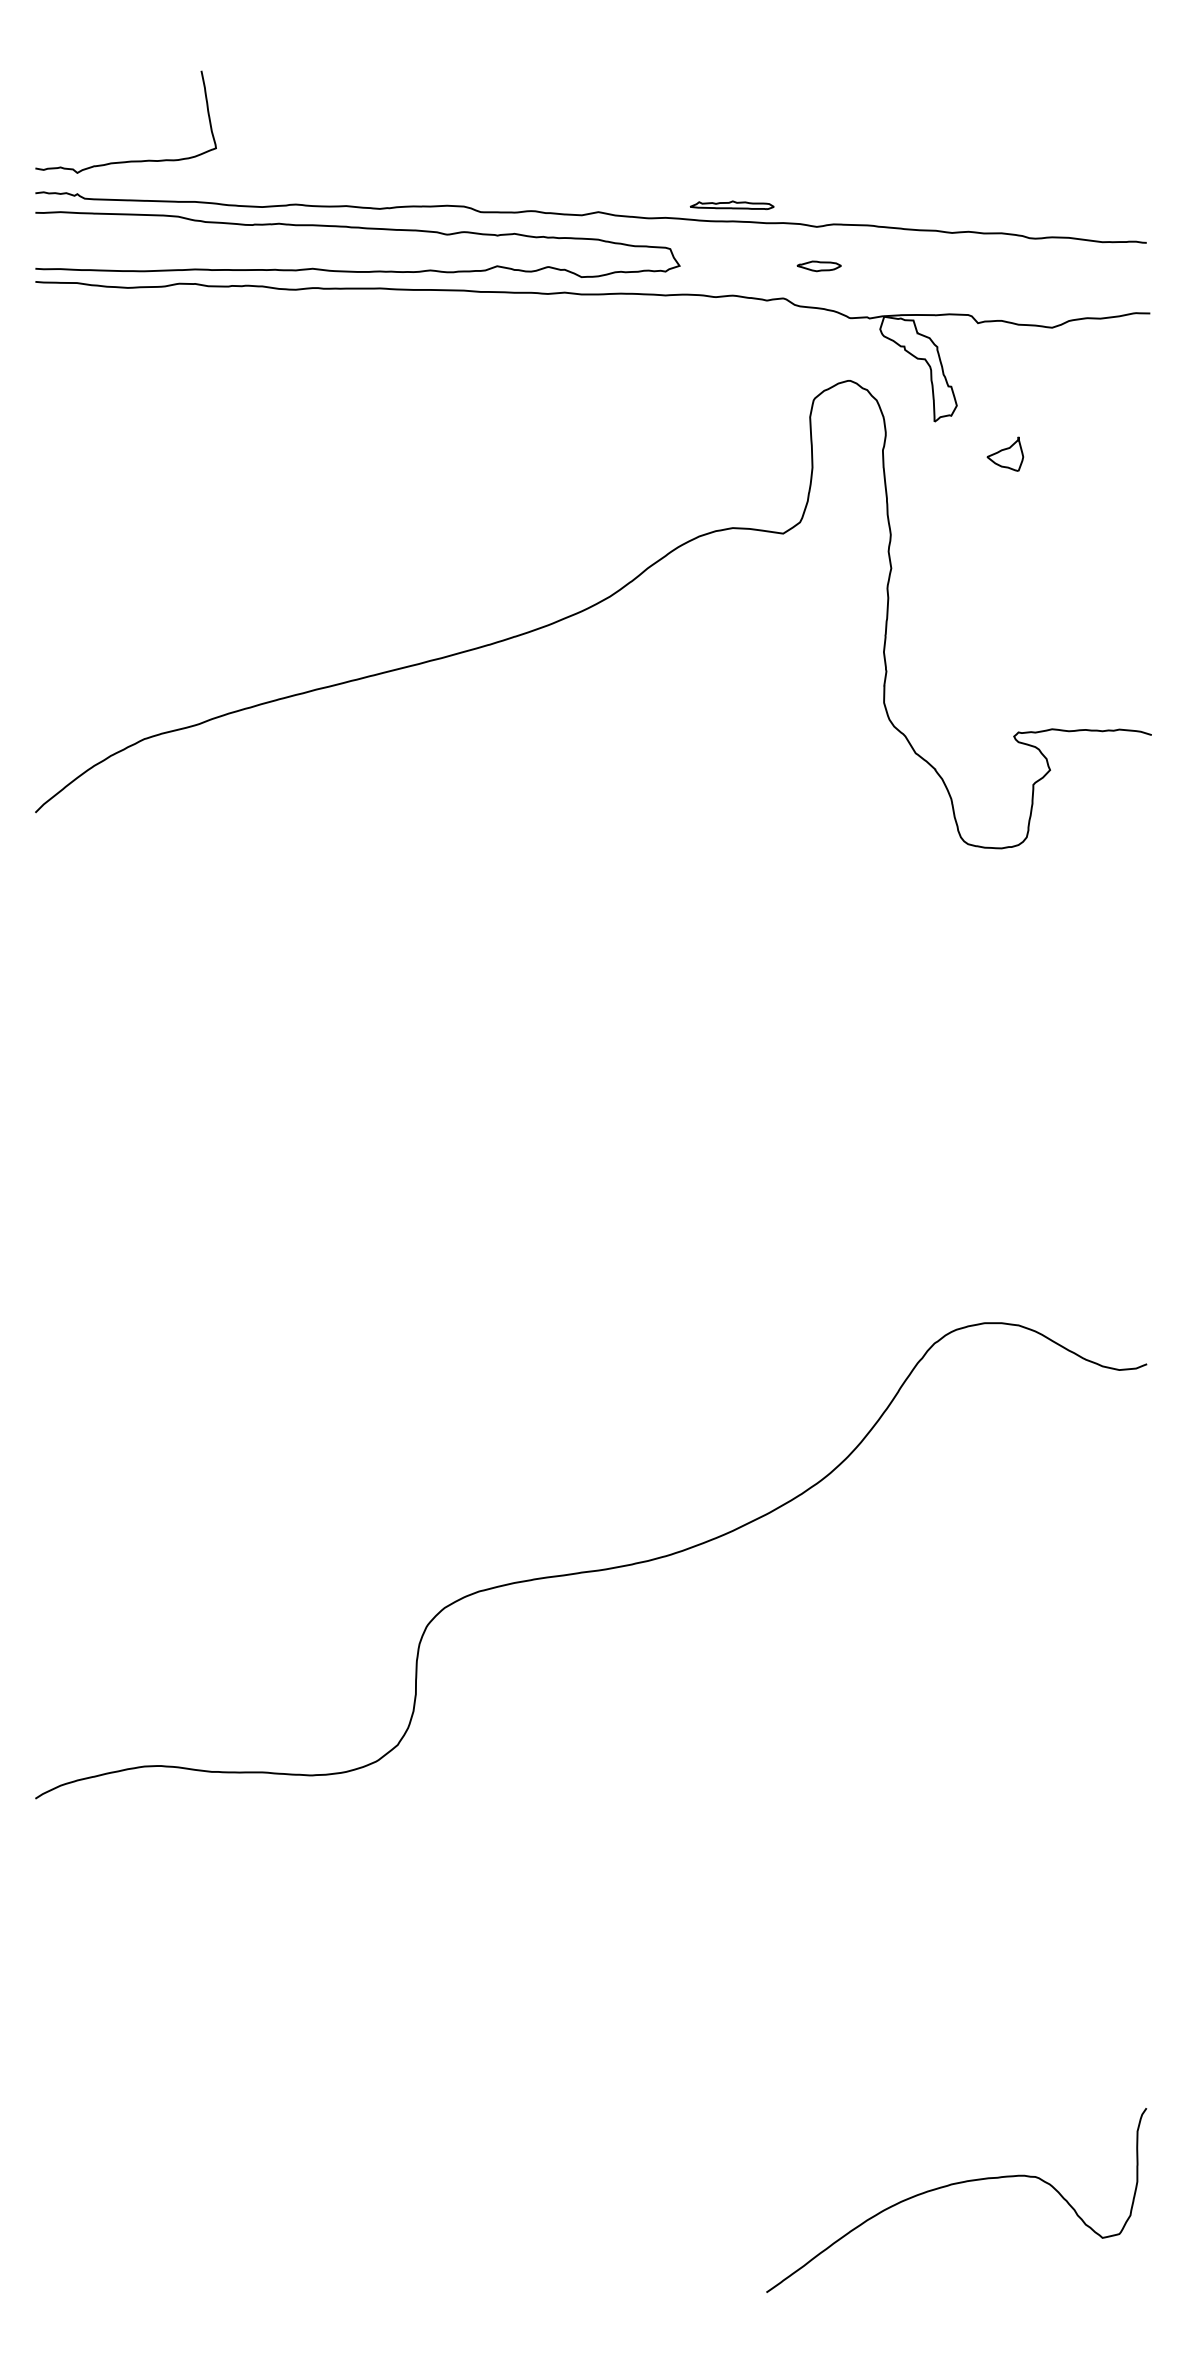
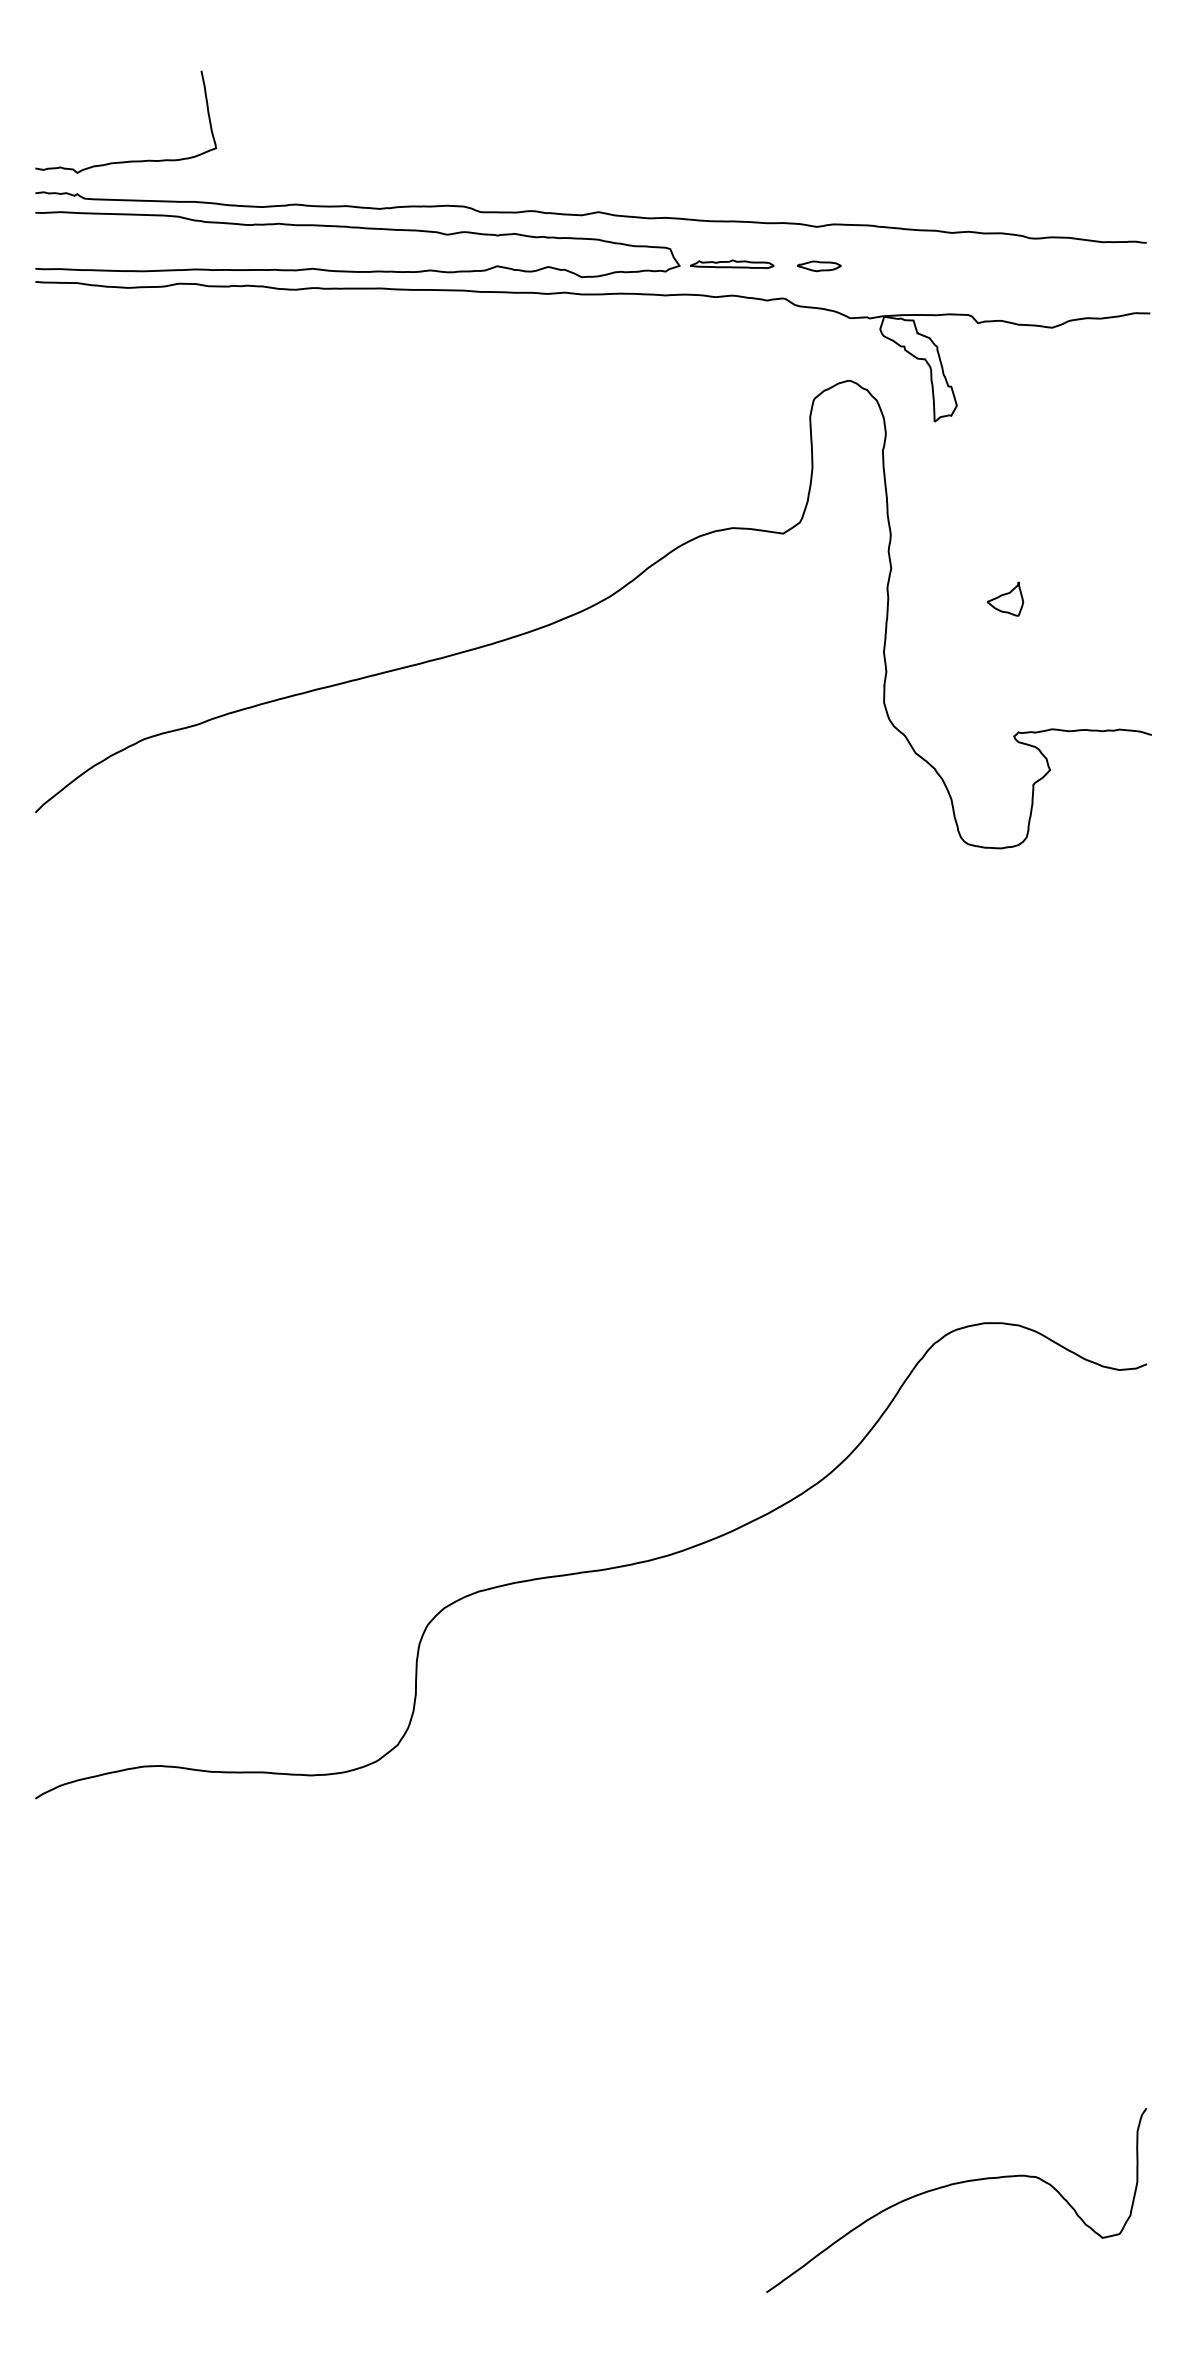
part at (731, 205) position: (731, 205) -> (731, 264)
part at (1005, 453) position: (1005, 453) -> (1005, 598)
